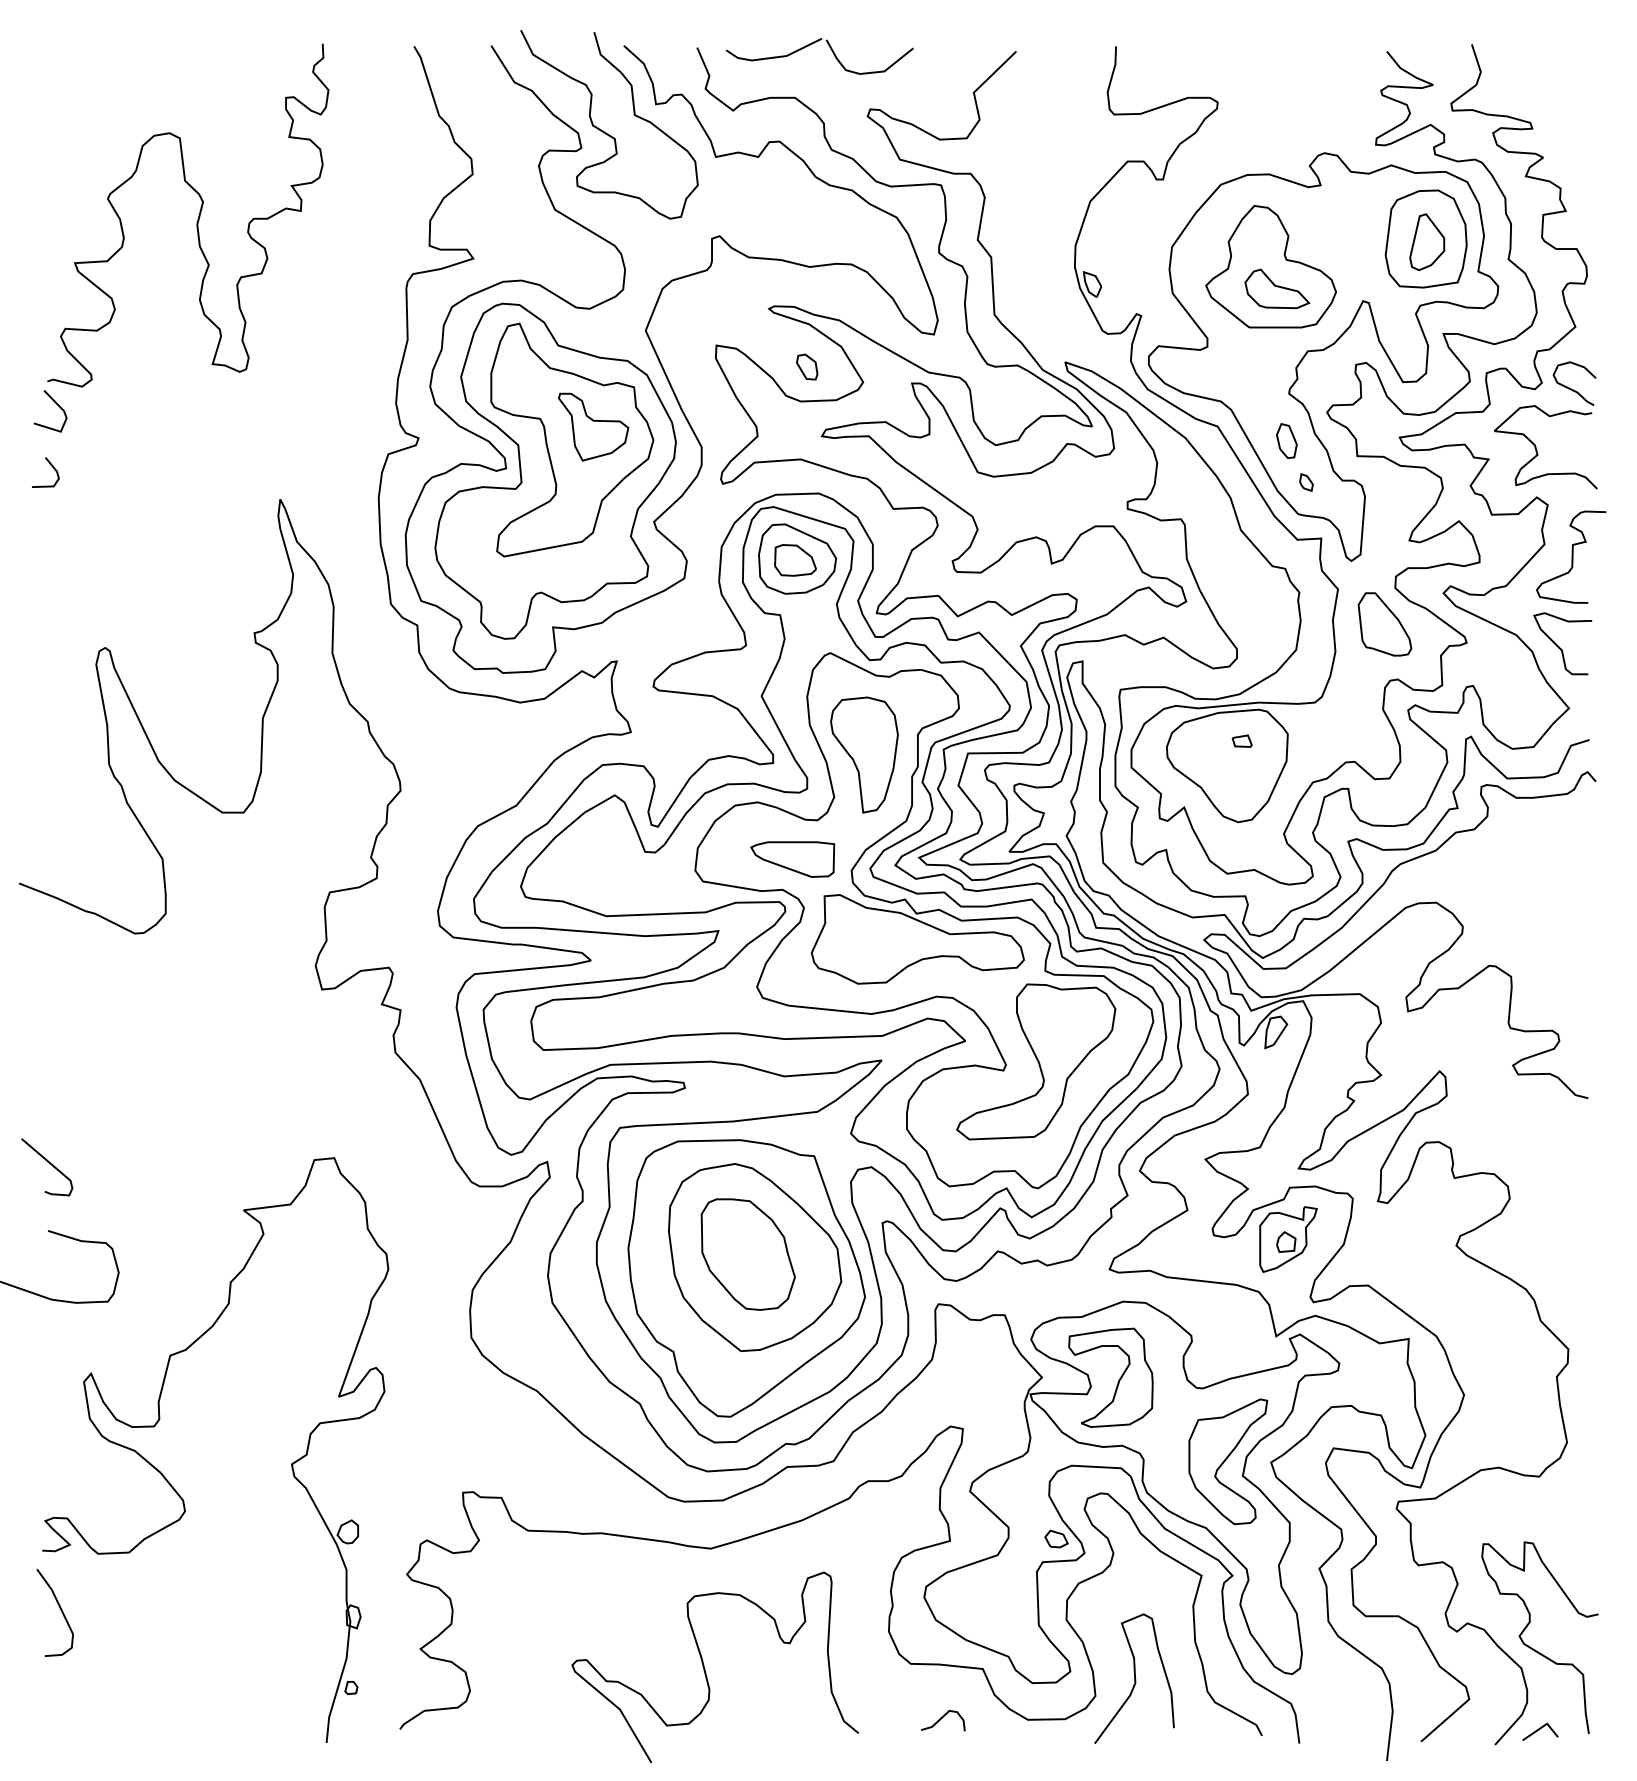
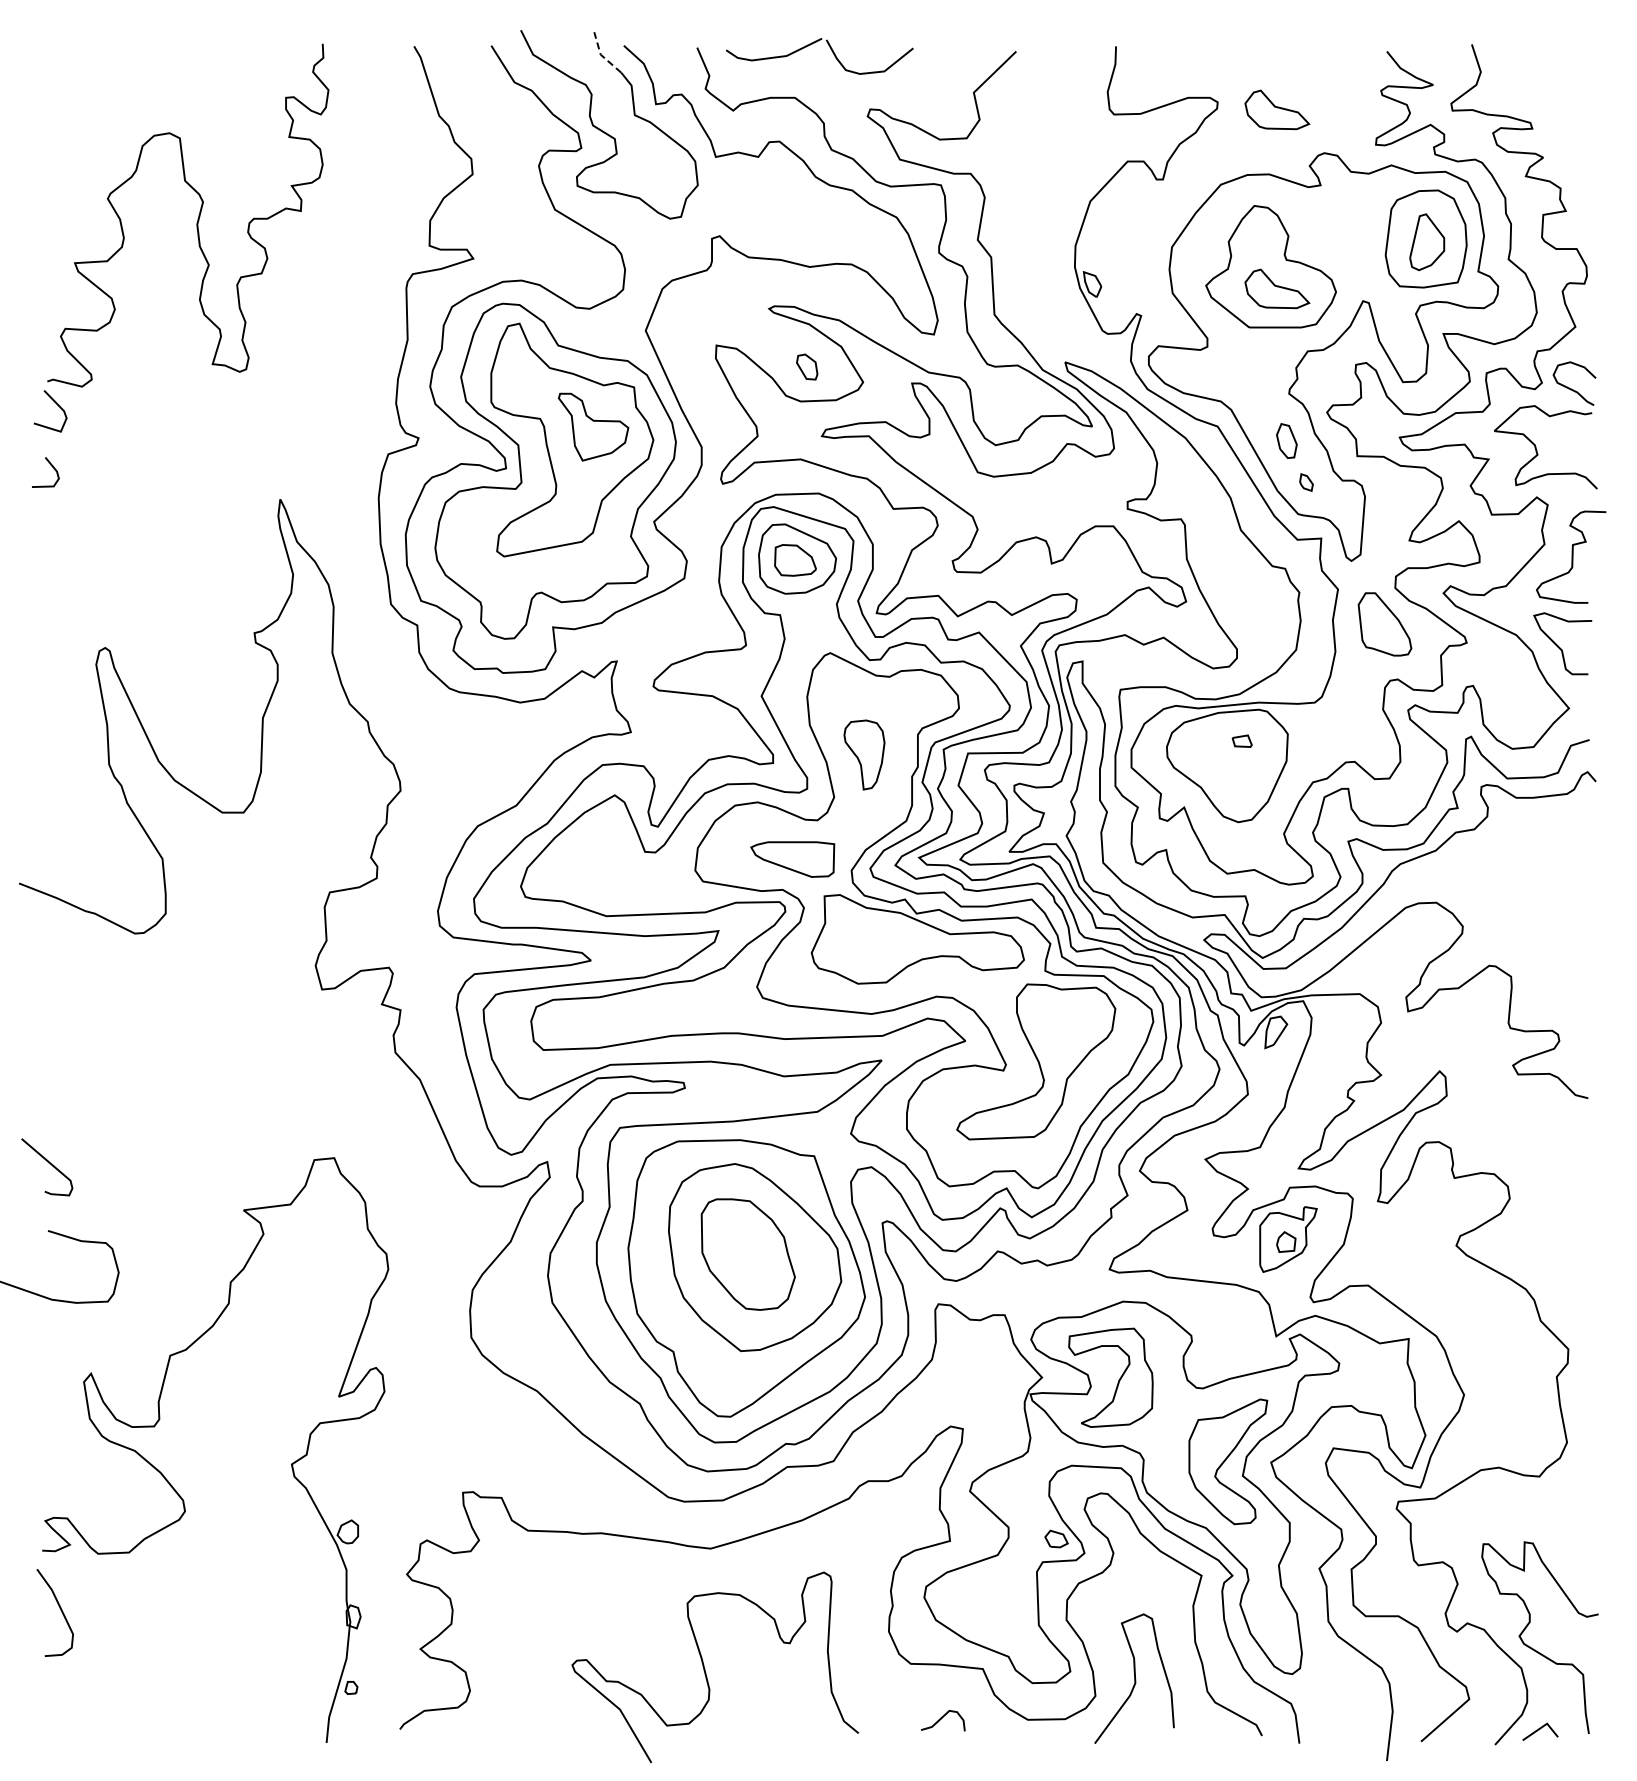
line at (601, 55): solid -> dashed
part at (1277, 109): none -> present
part at (864, 754) size: 69x118 px -> 43x72 px
